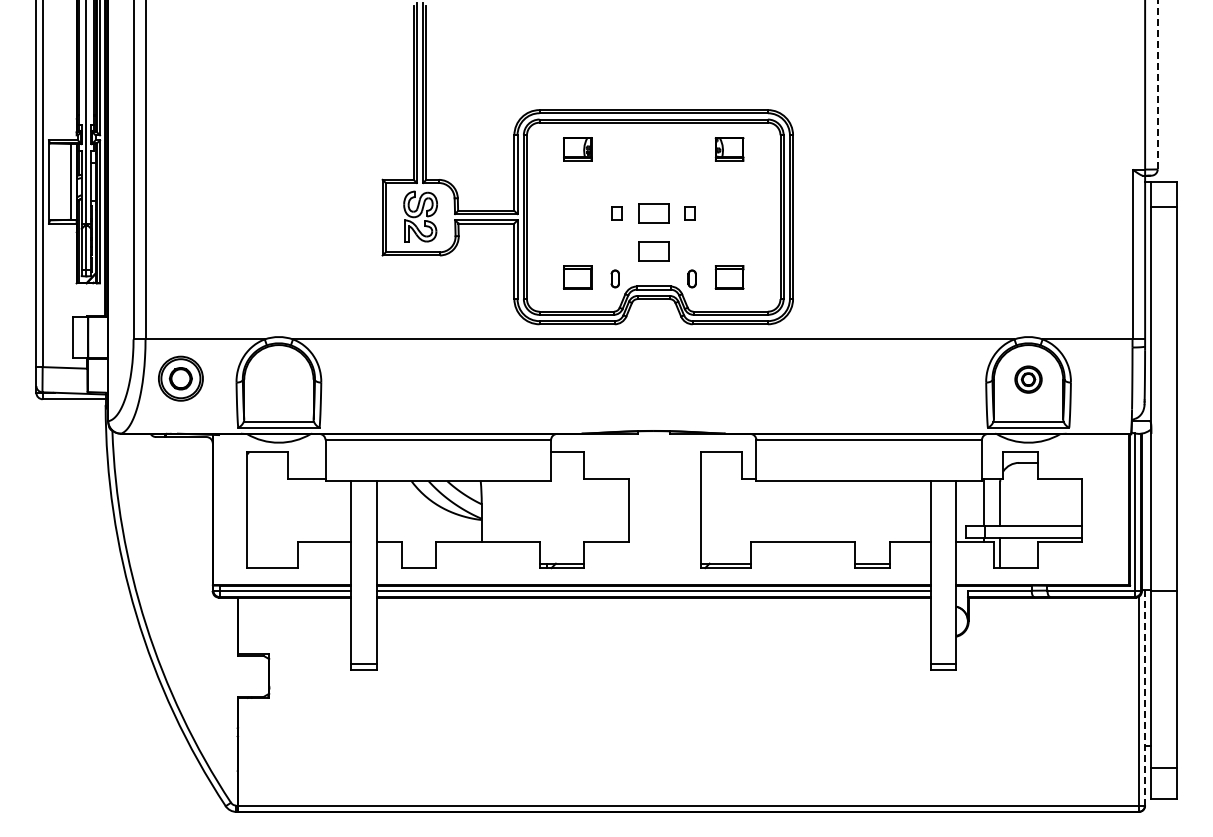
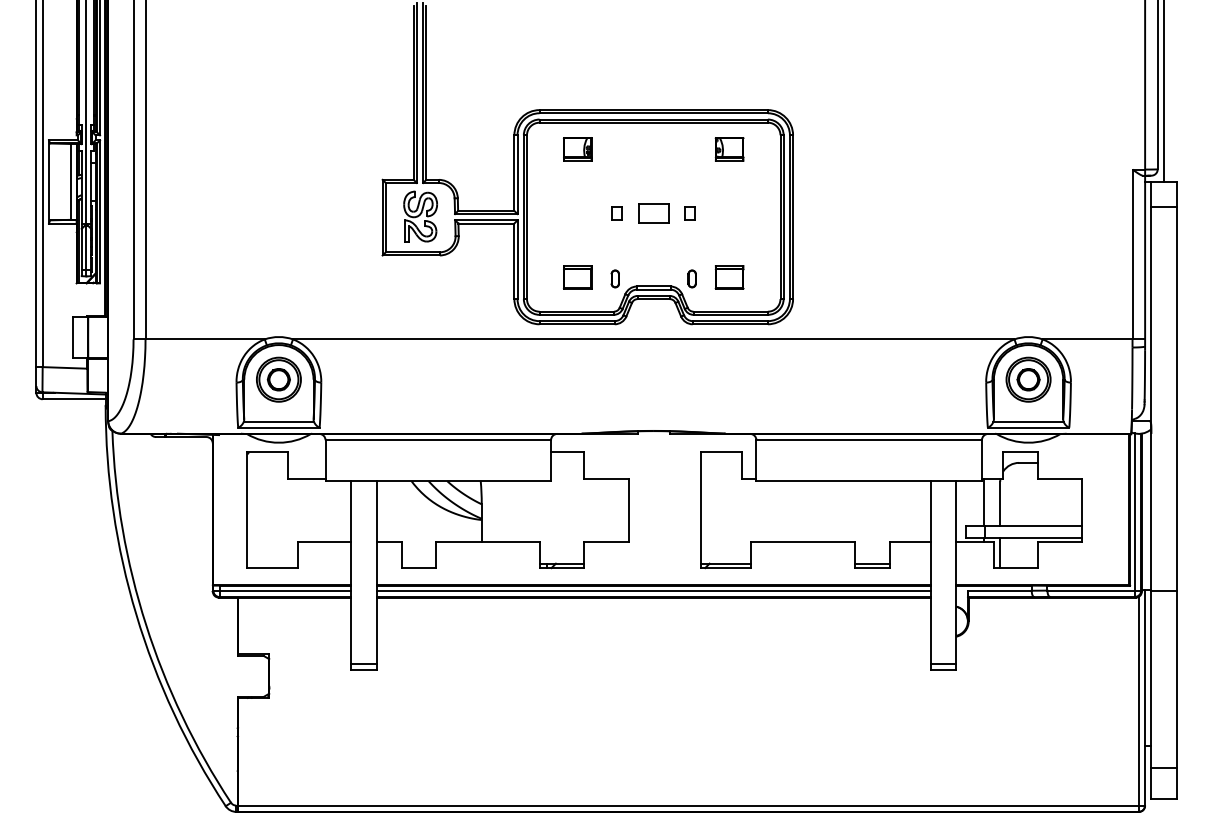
line at (1157, 84): dashed -> solid
line at (1164, 91): none -> present
part at (653, 251): present -> none
part at (180, 378) position: (180, 378) -> (278, 379)
part at (1028, 379) size: 29x29 px -> 47x47 px
line at (1145, 697): dashed -> solid
